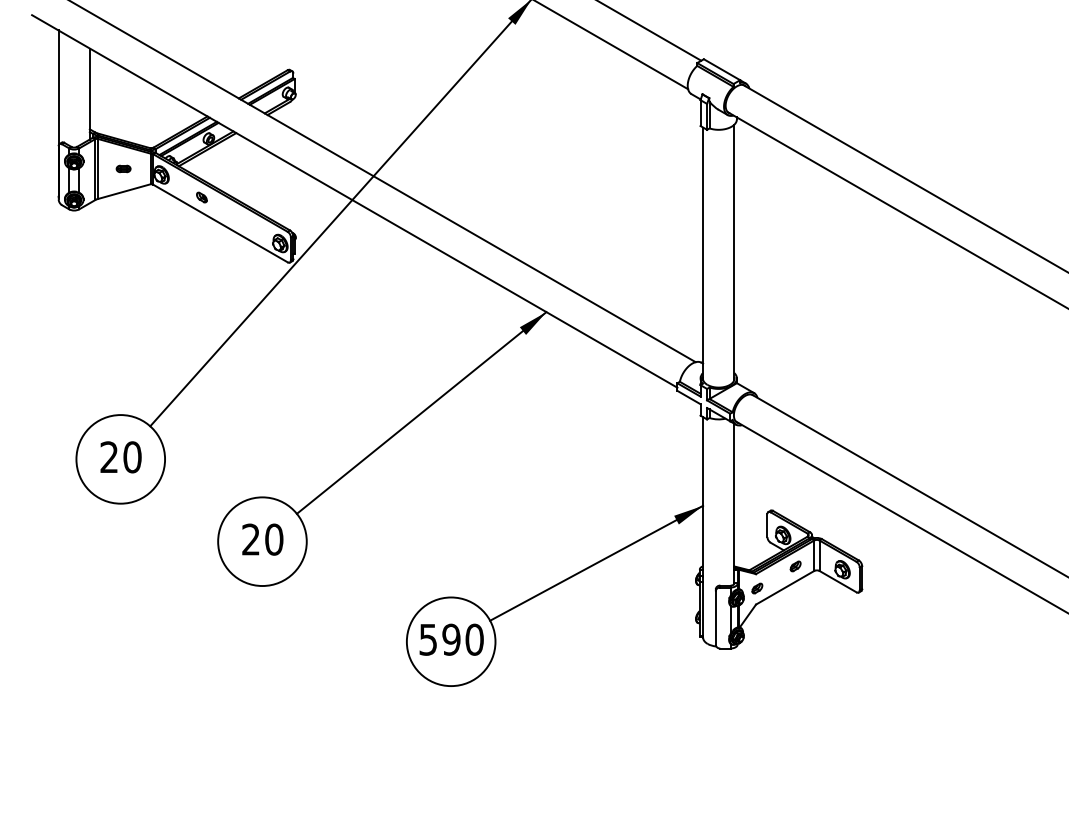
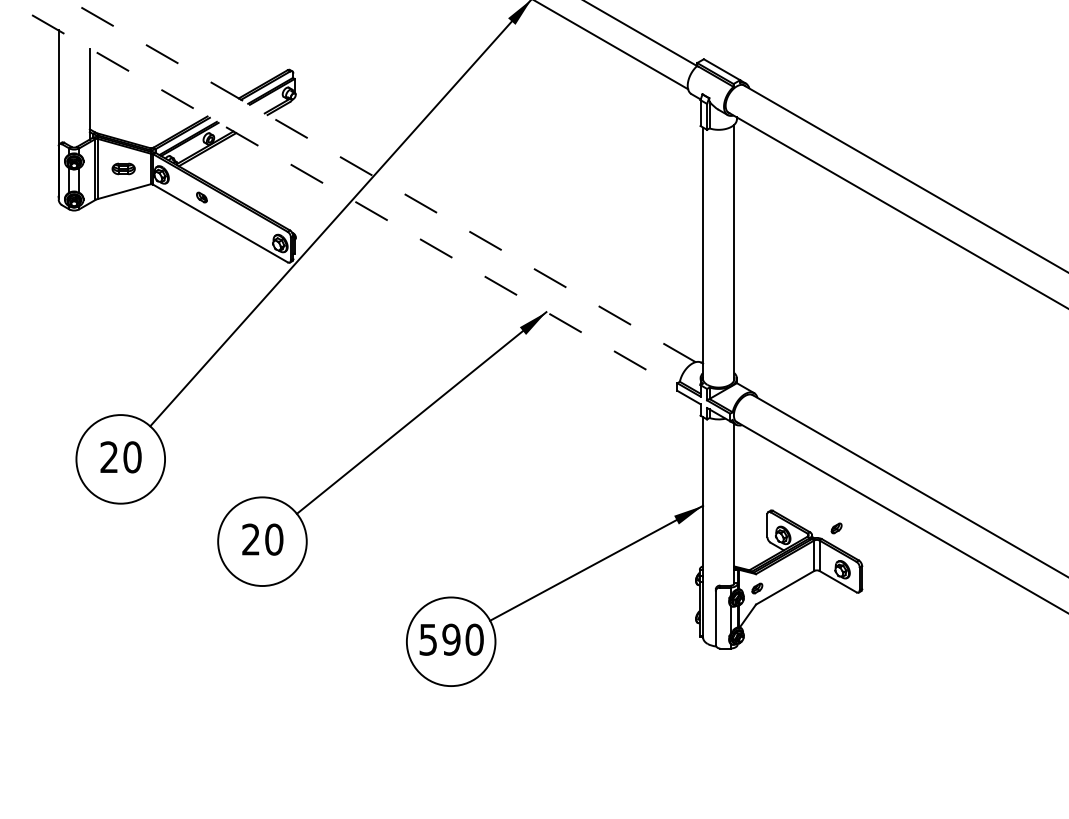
line at (650, 31) position: (650, 31) -> (642, 34)
part at (123, 168) size: 17x10 px -> 25x14 px
line at (381, 180): solid -> dashed
line at (354, 201): solid -> dashed
part at (795, 566) position: (795, 566) -> (836, 528)
